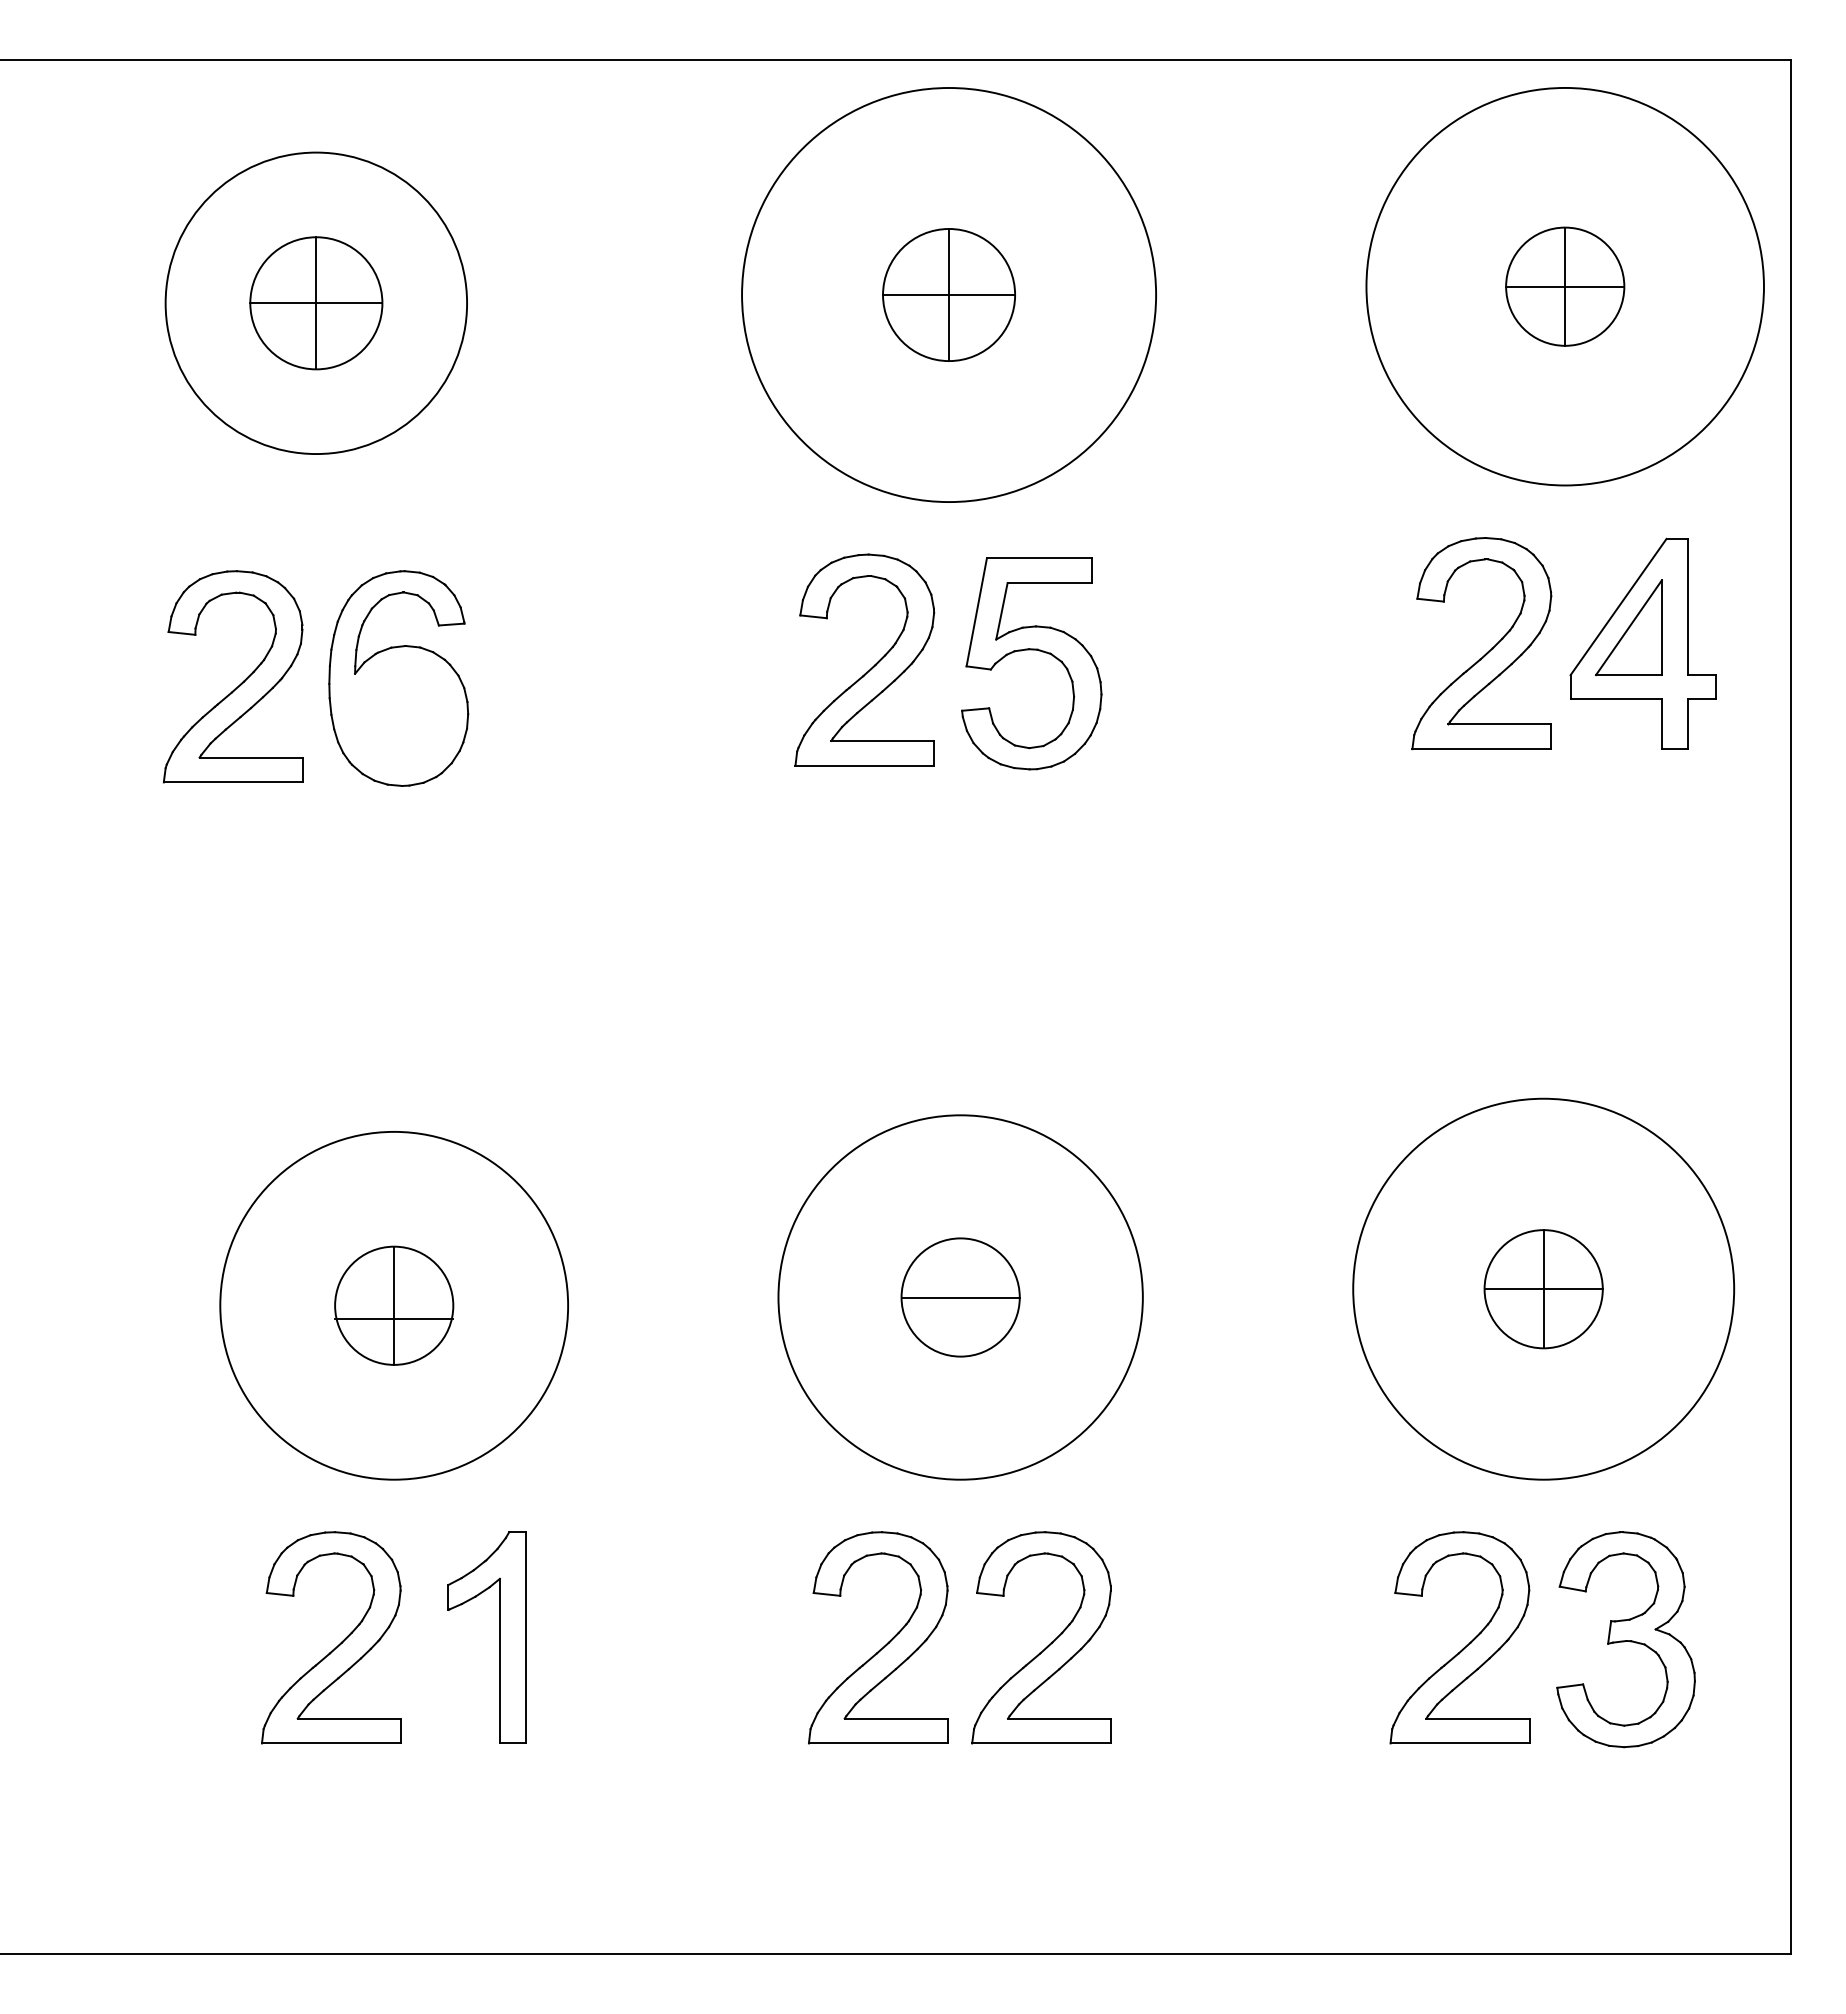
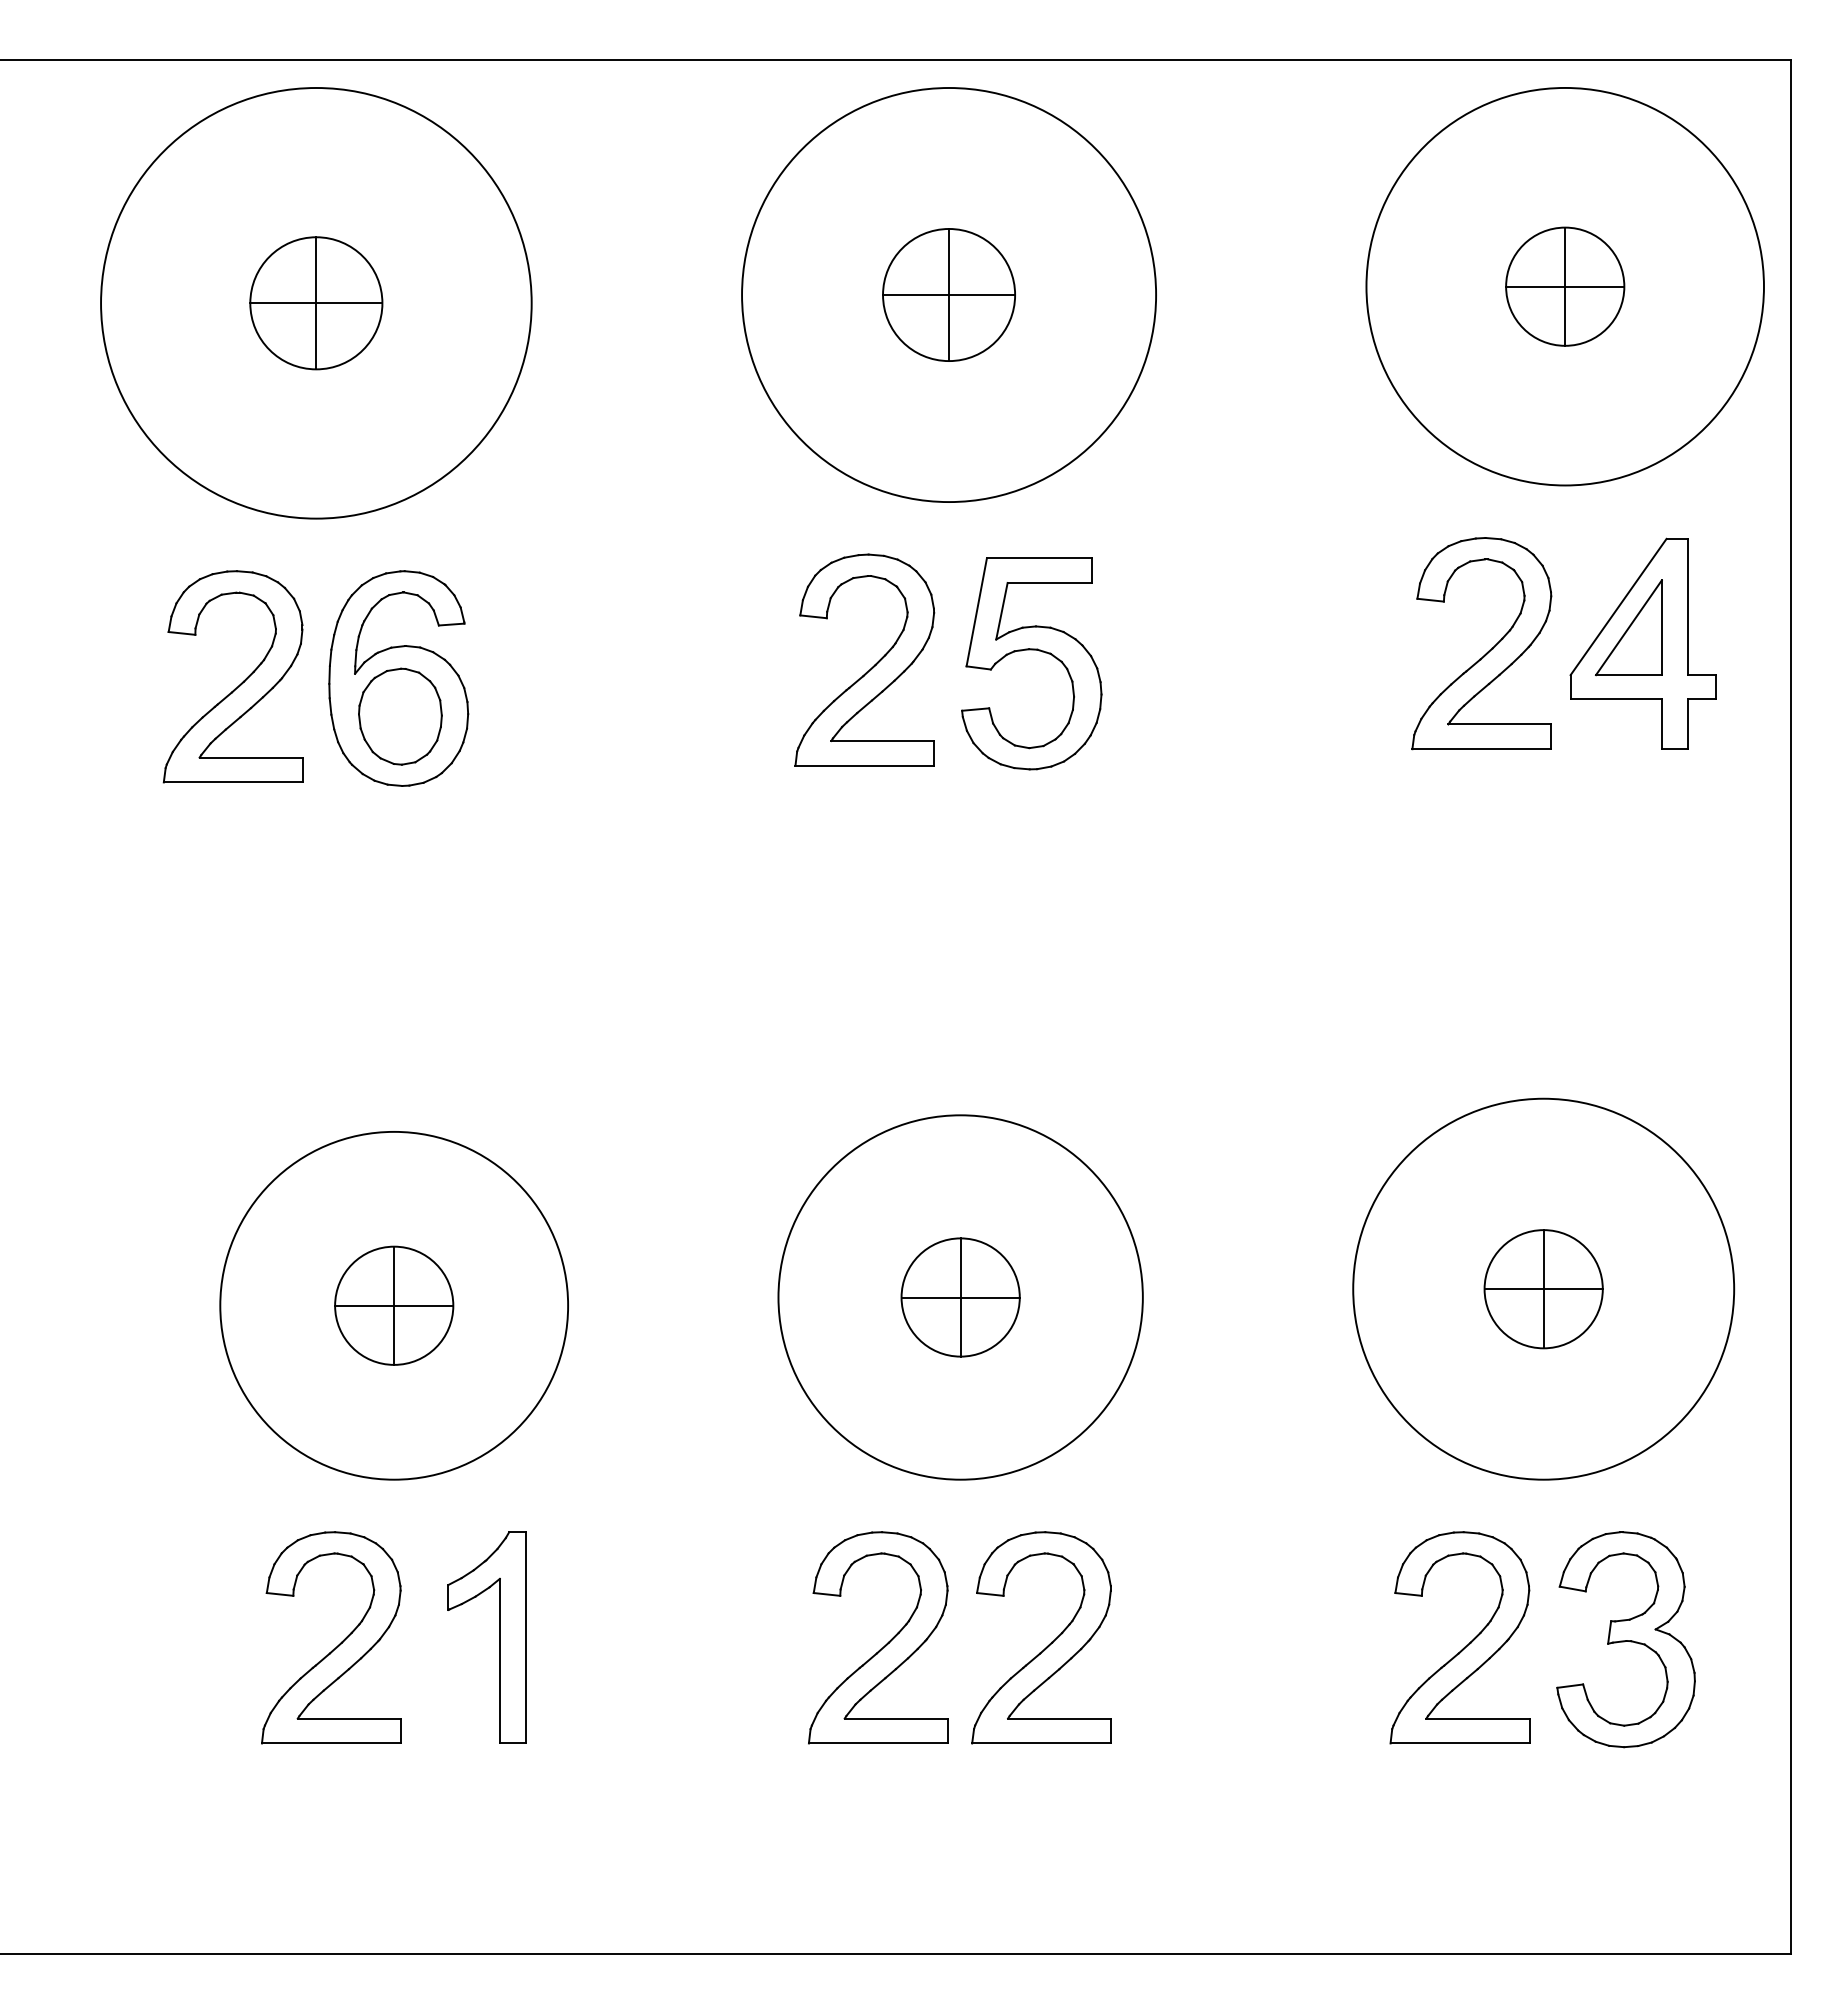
circle at (316, 303) diameter: 301 px -> 431 px
part at (400, 716): none -> present
line at (960, 1297): none -> present
line at (394, 1318) position: (394, 1318) -> (394, 1305)
